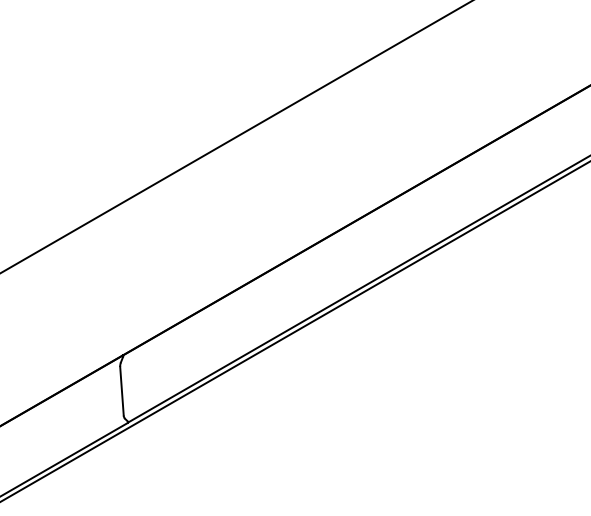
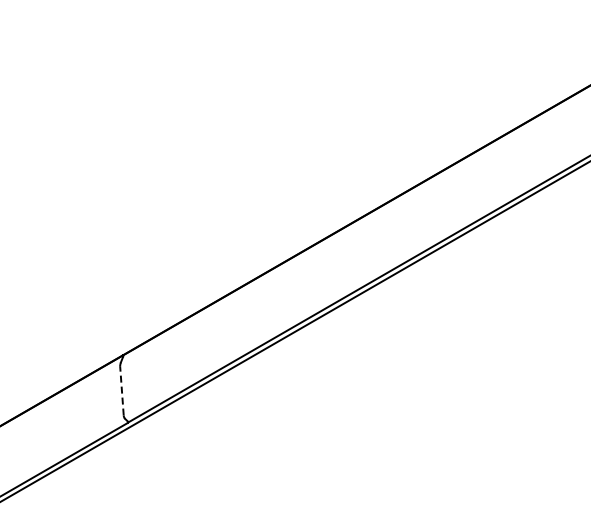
line at (235, 136): present -> none
line at (121, 390): solid -> dashed
